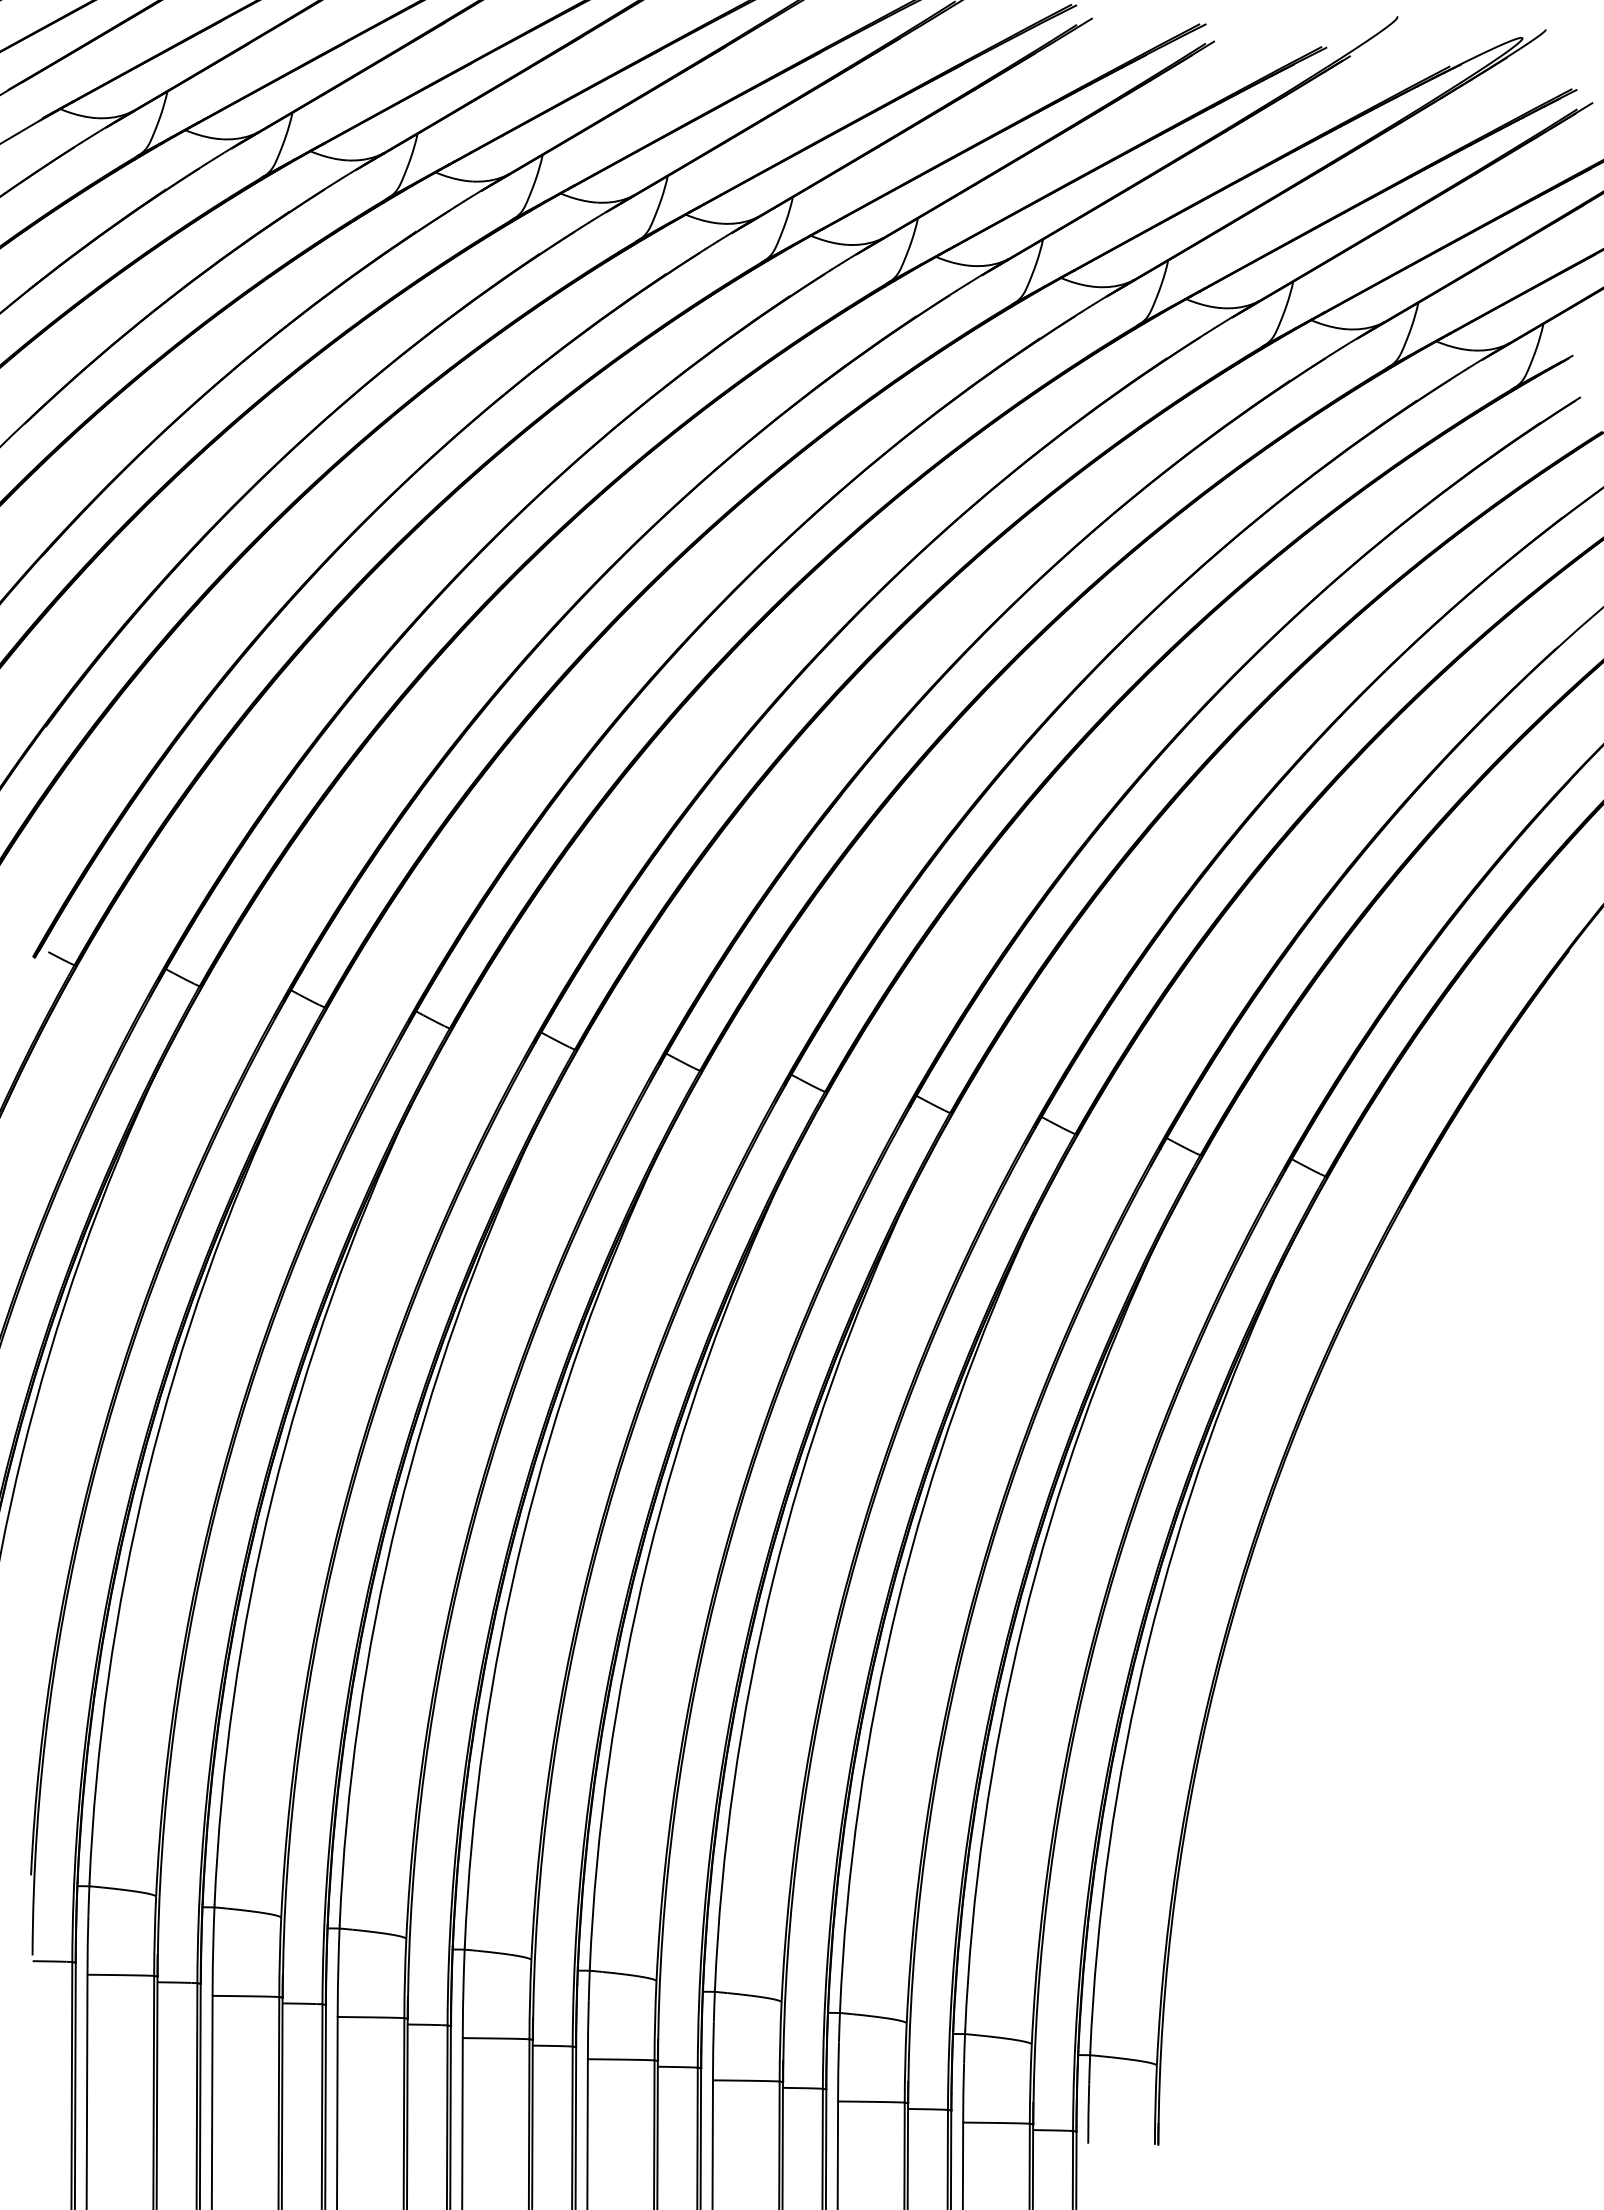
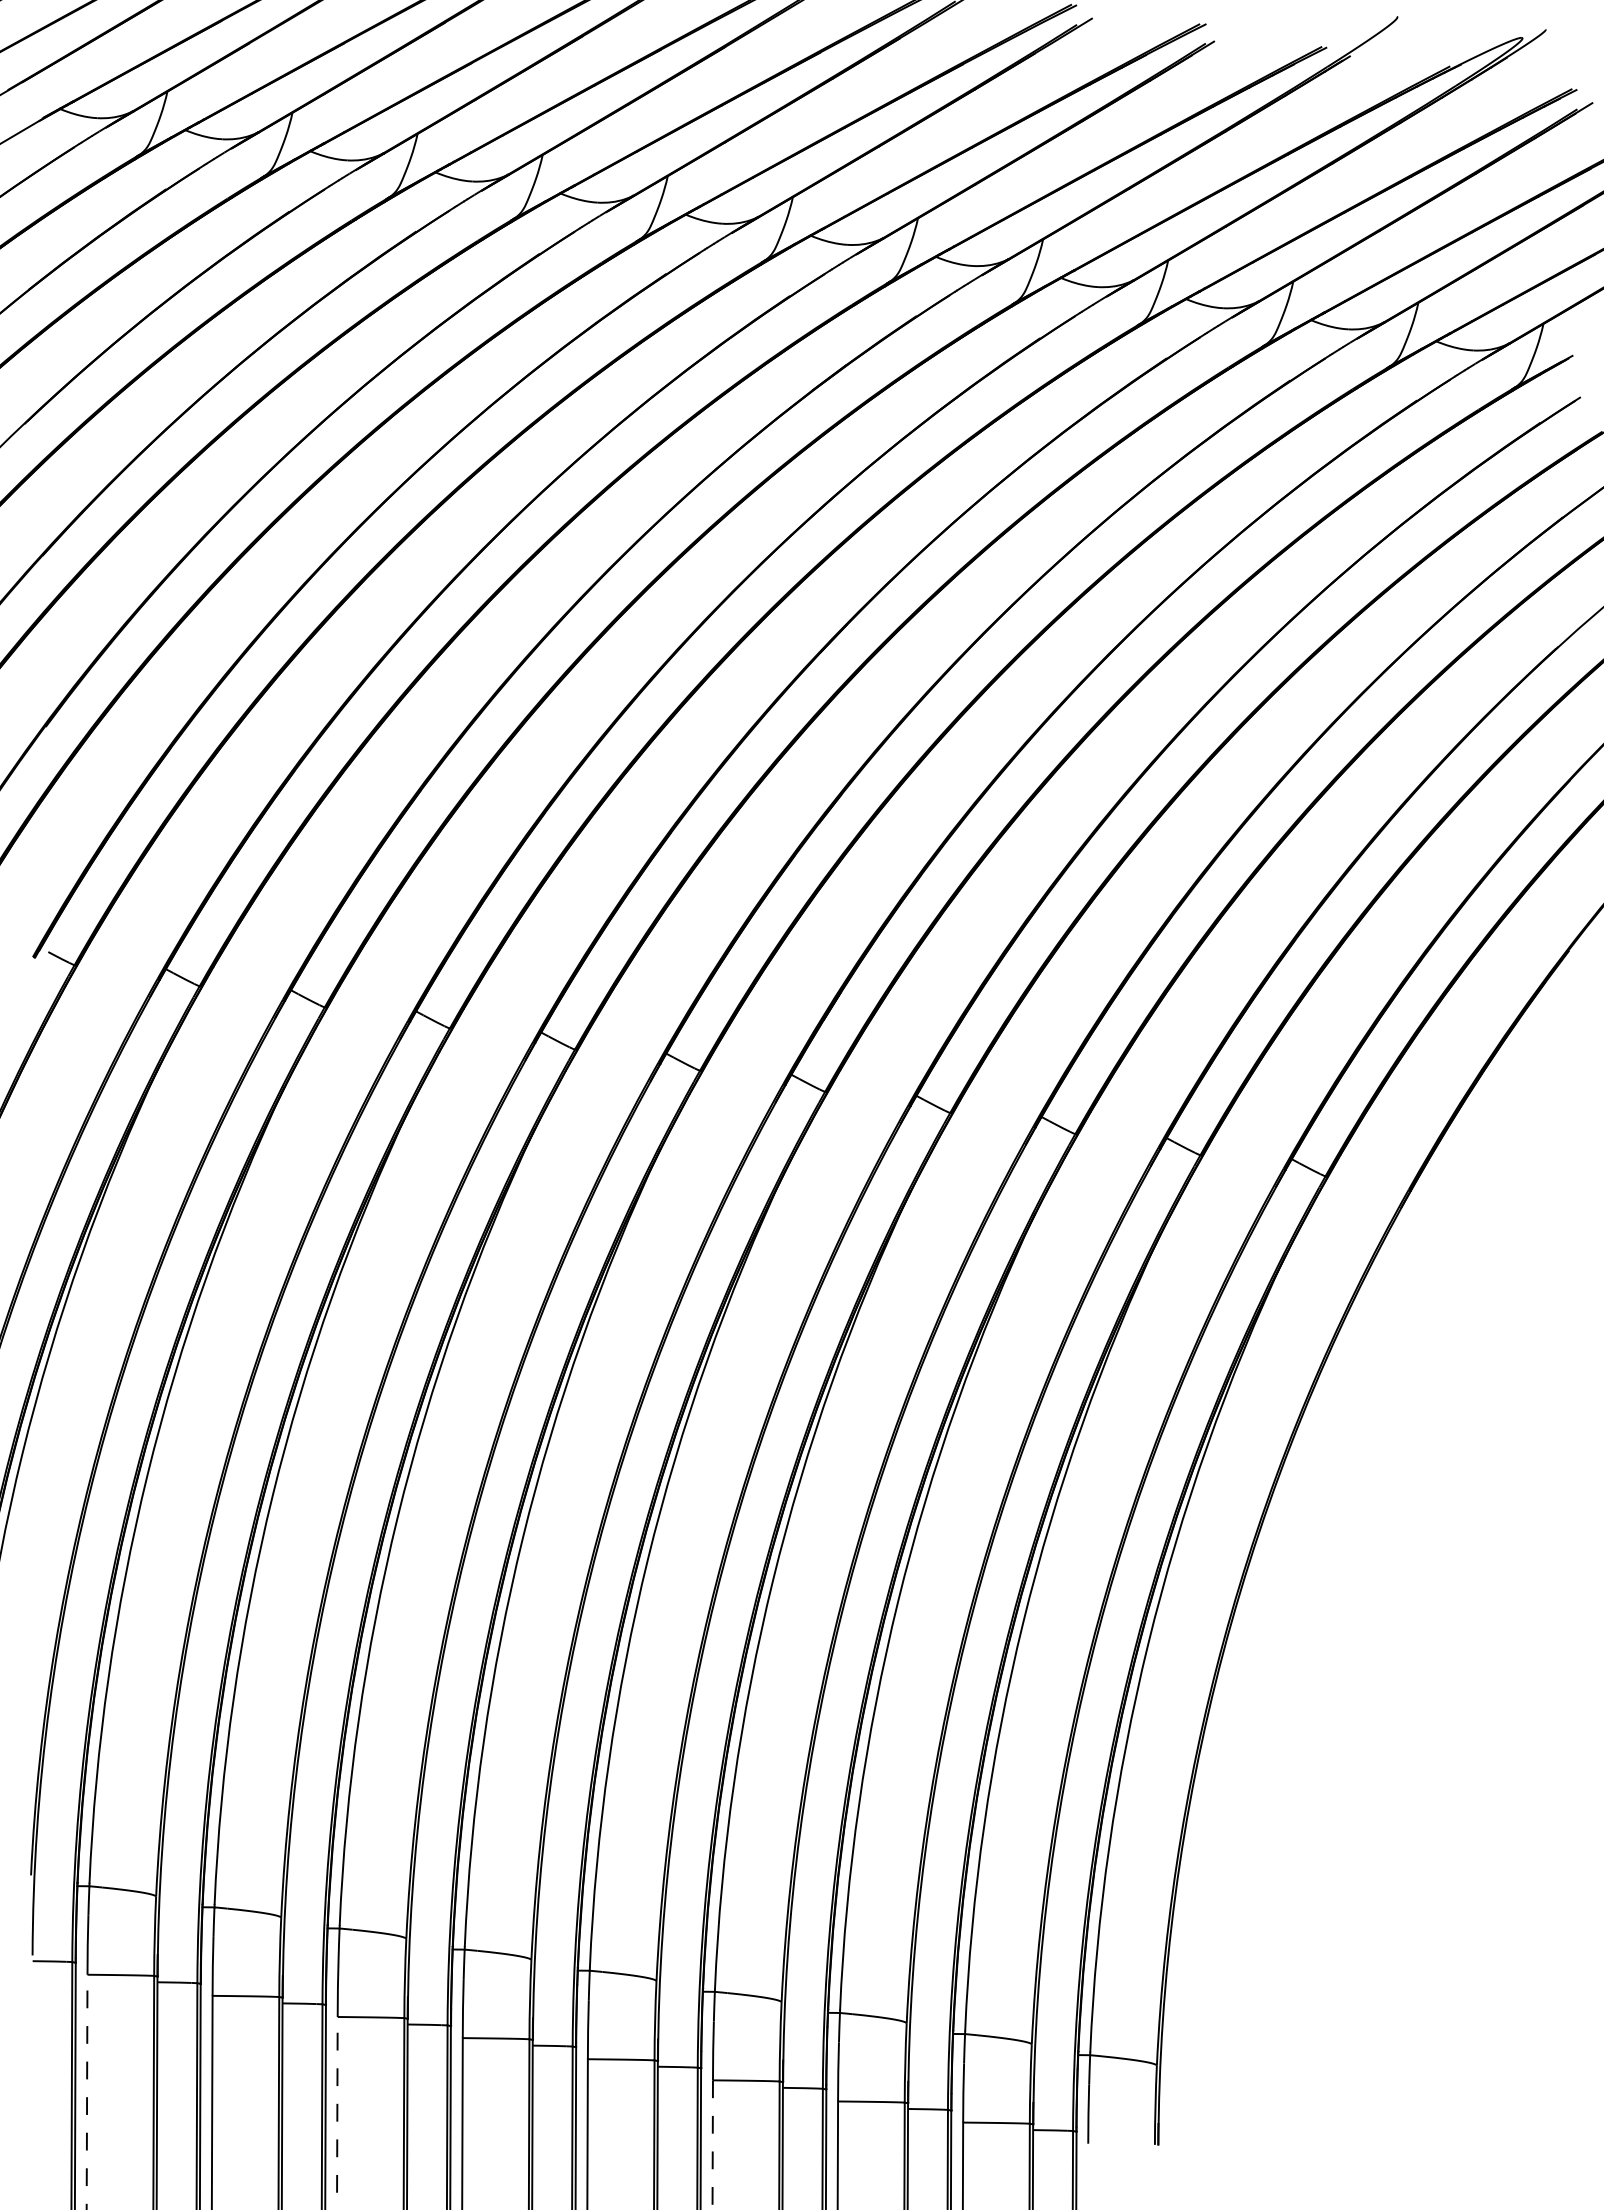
line at (87, 2092): solid -> dashed
line at (337, 2113): solid -> dashed
line at (712, 2145): solid -> dashed
